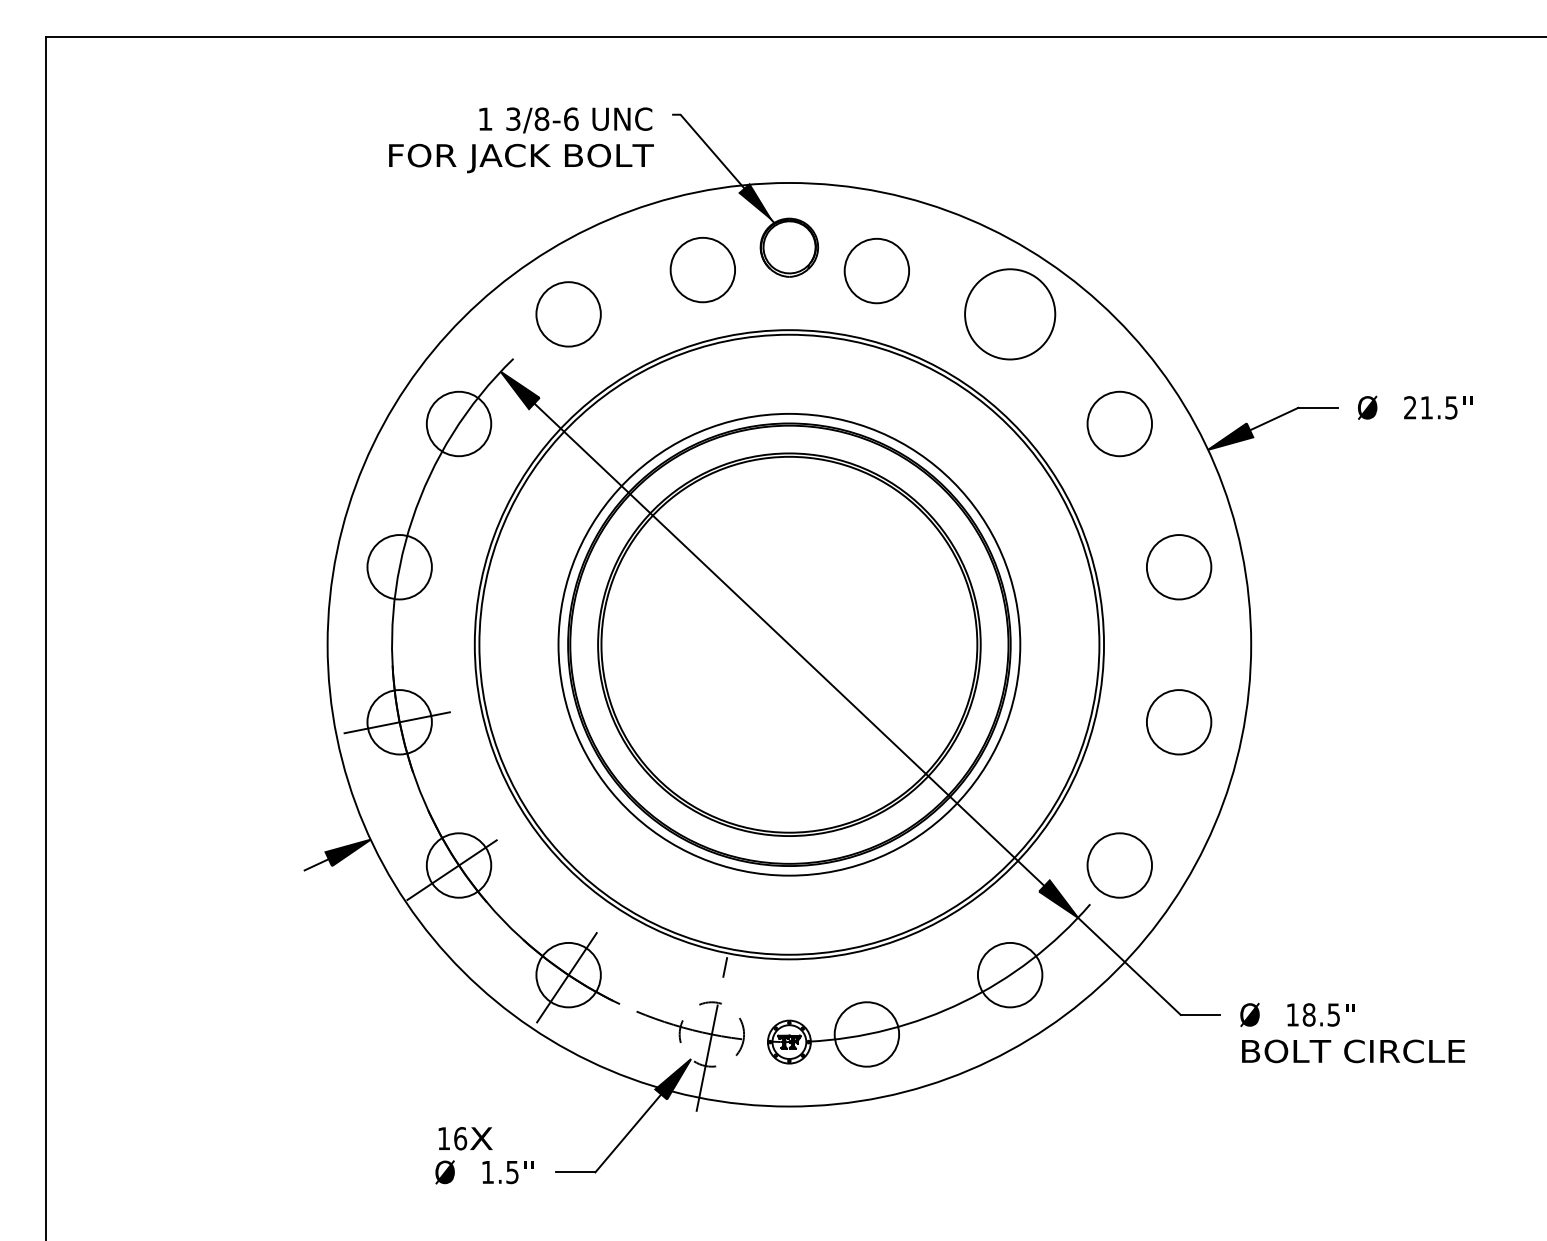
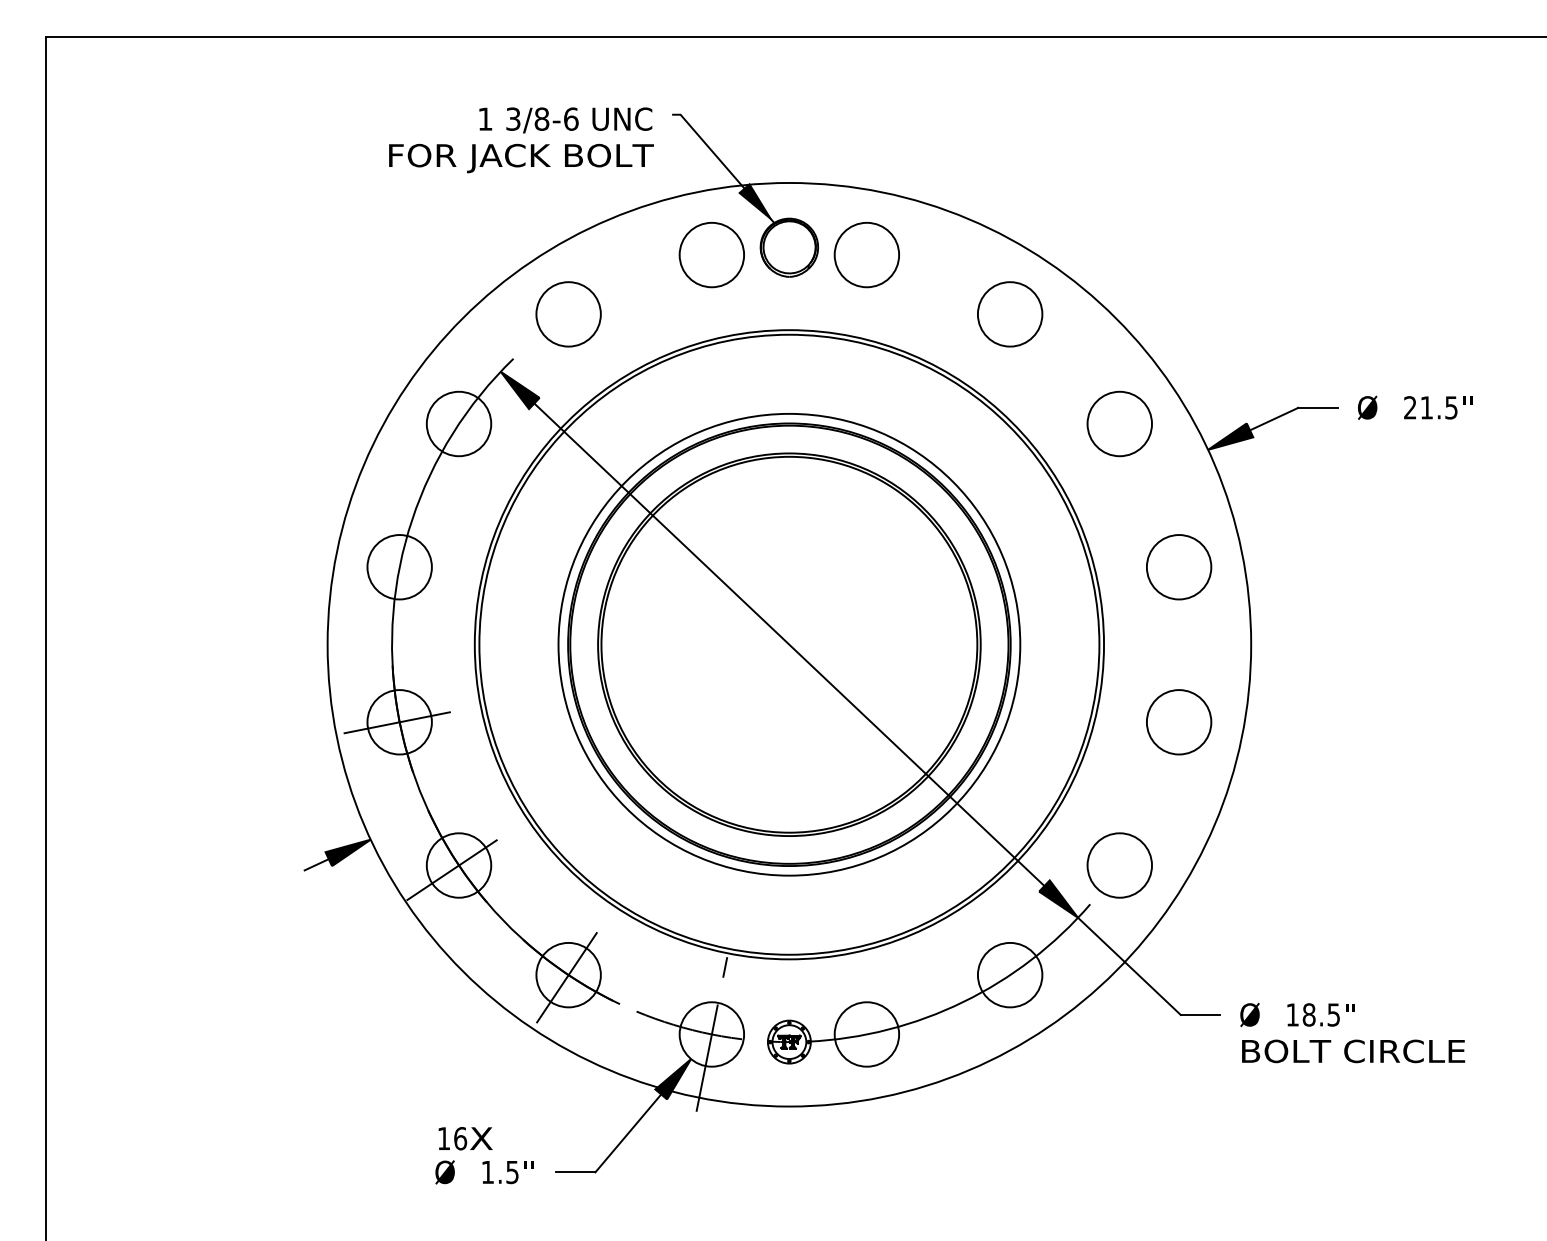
circle at (702, 270) position: (702, 270) -> (711, 255)
circle at (876, 271) position: (876, 271) -> (866, 255)
circle at (1010, 314) diameter: 90 px -> 64 px
circle at (711, 1034): dashed -> solid
